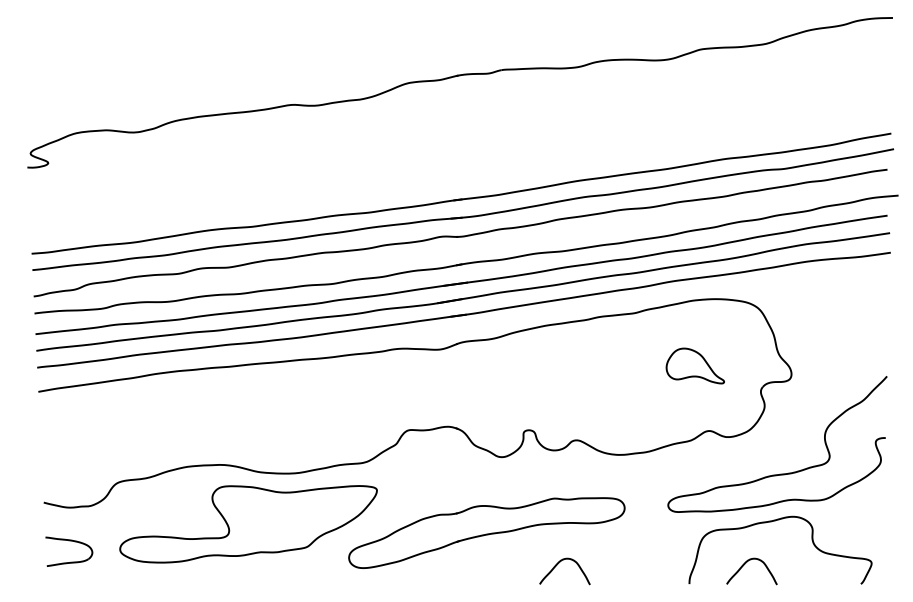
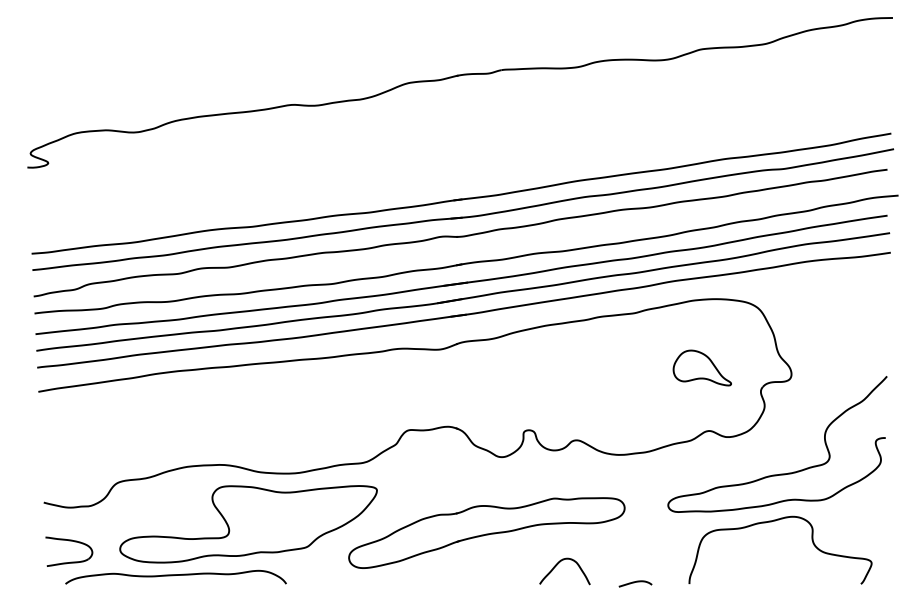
part at (694, 365) position: (694, 365) -> (701, 367)
curve at (745, 564): present -> none
curve at (175, 575): none -> present
curve at (635, 582): none -> present
